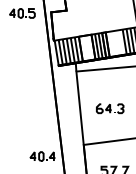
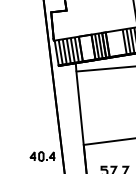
part at (22, 13): present -> none
part at (110, 108): present -> none
